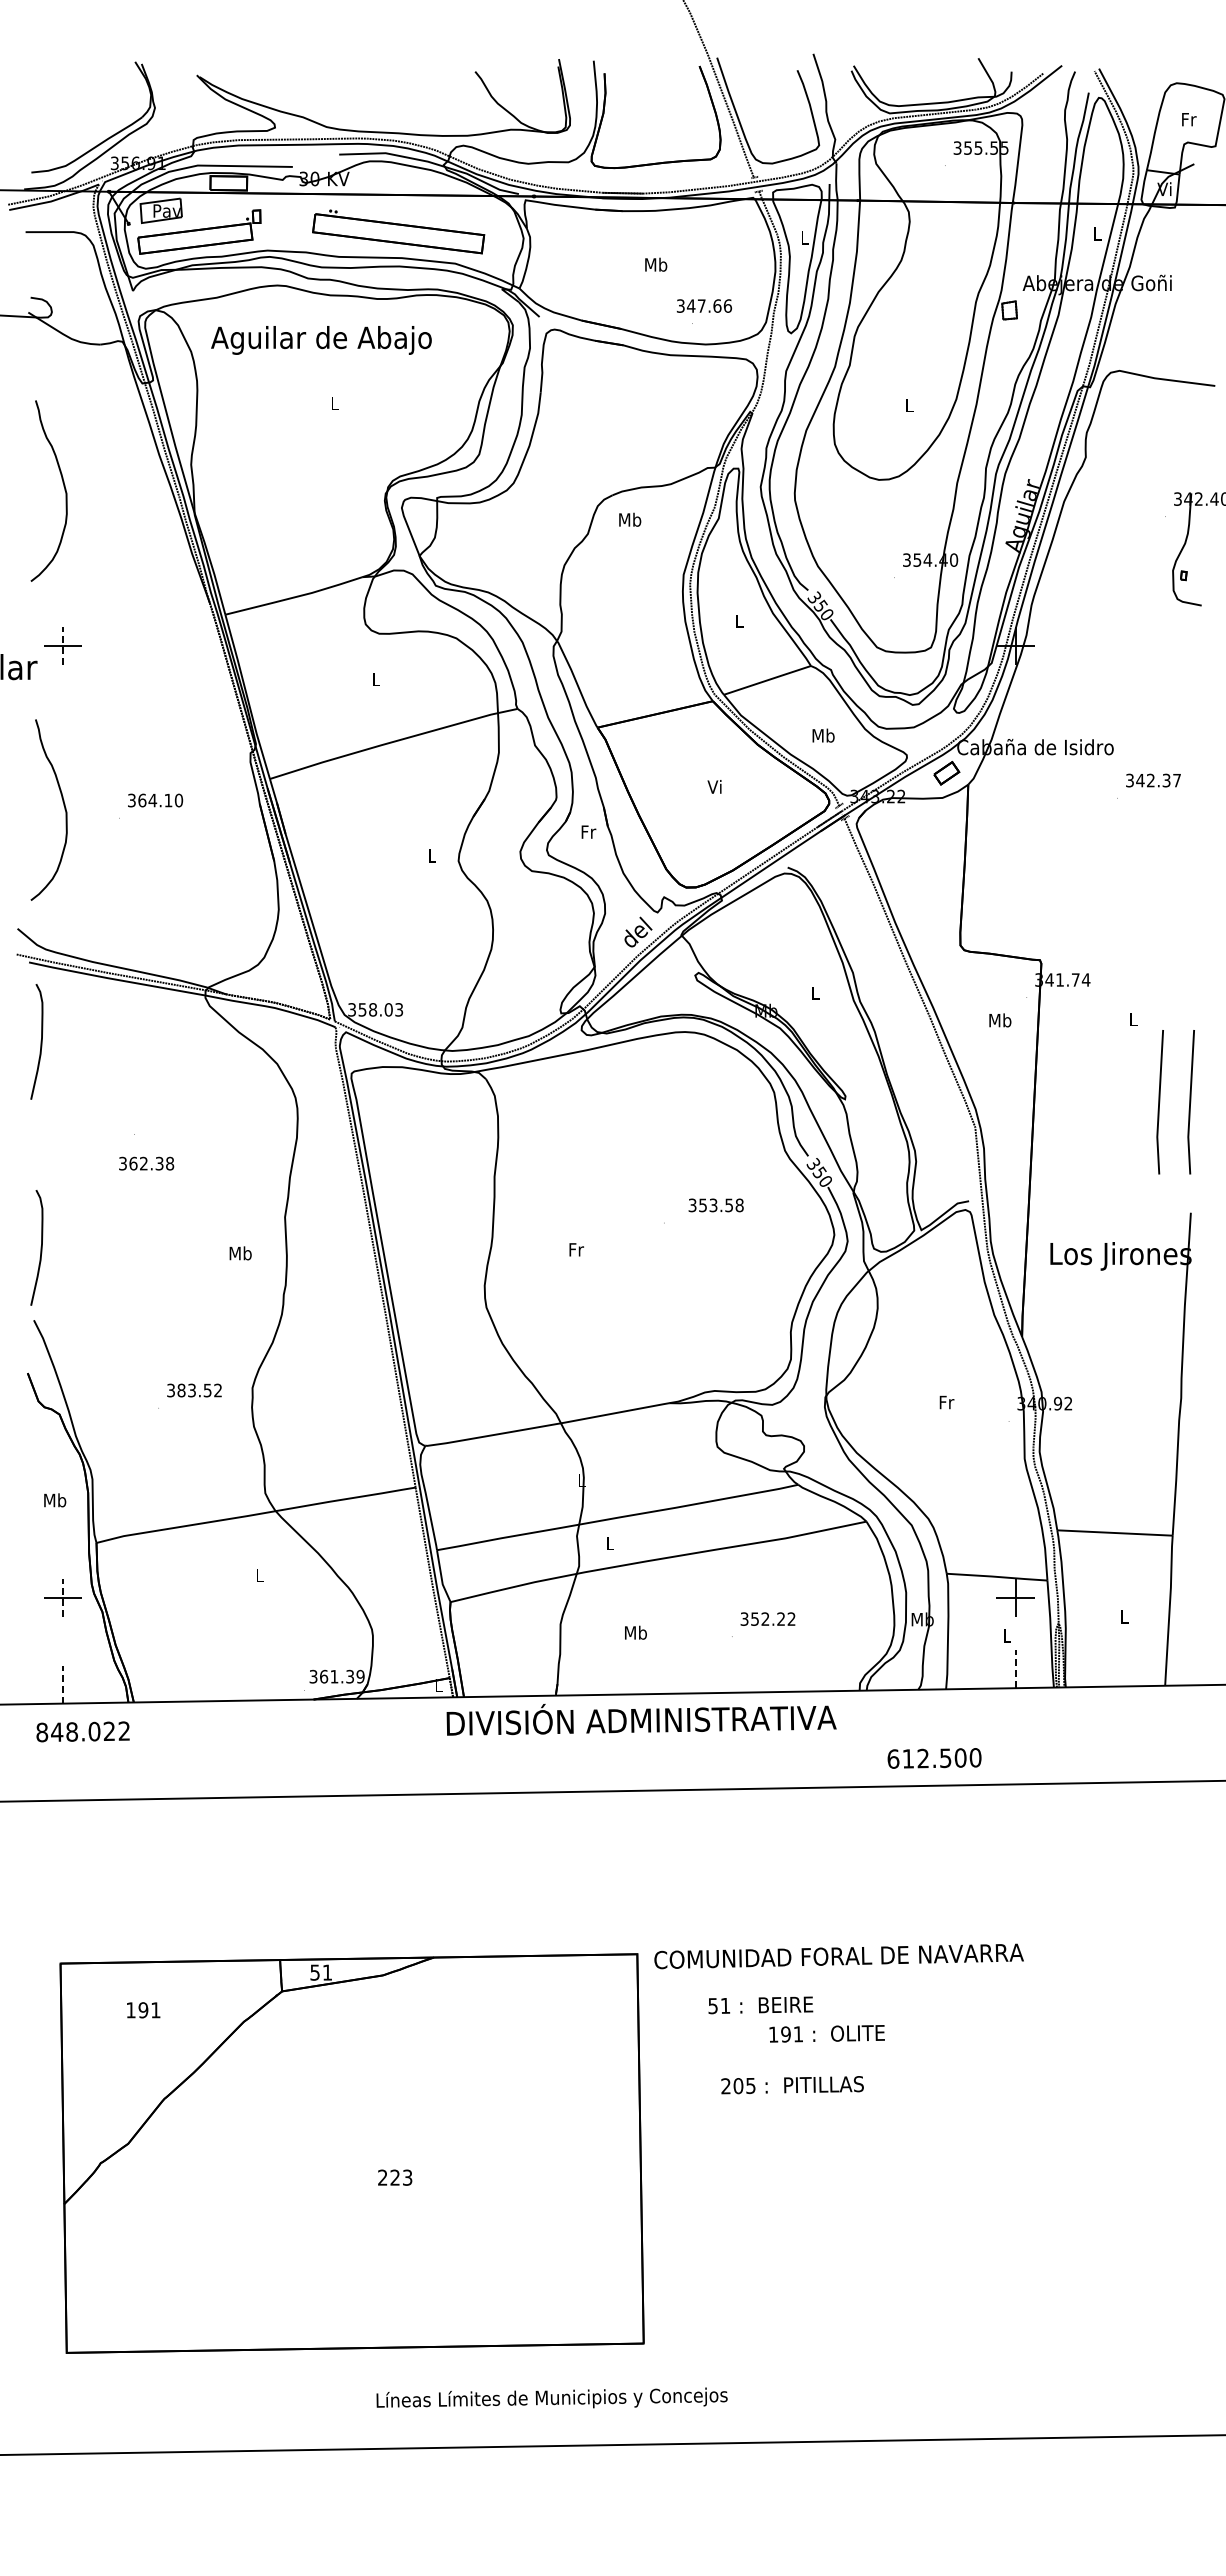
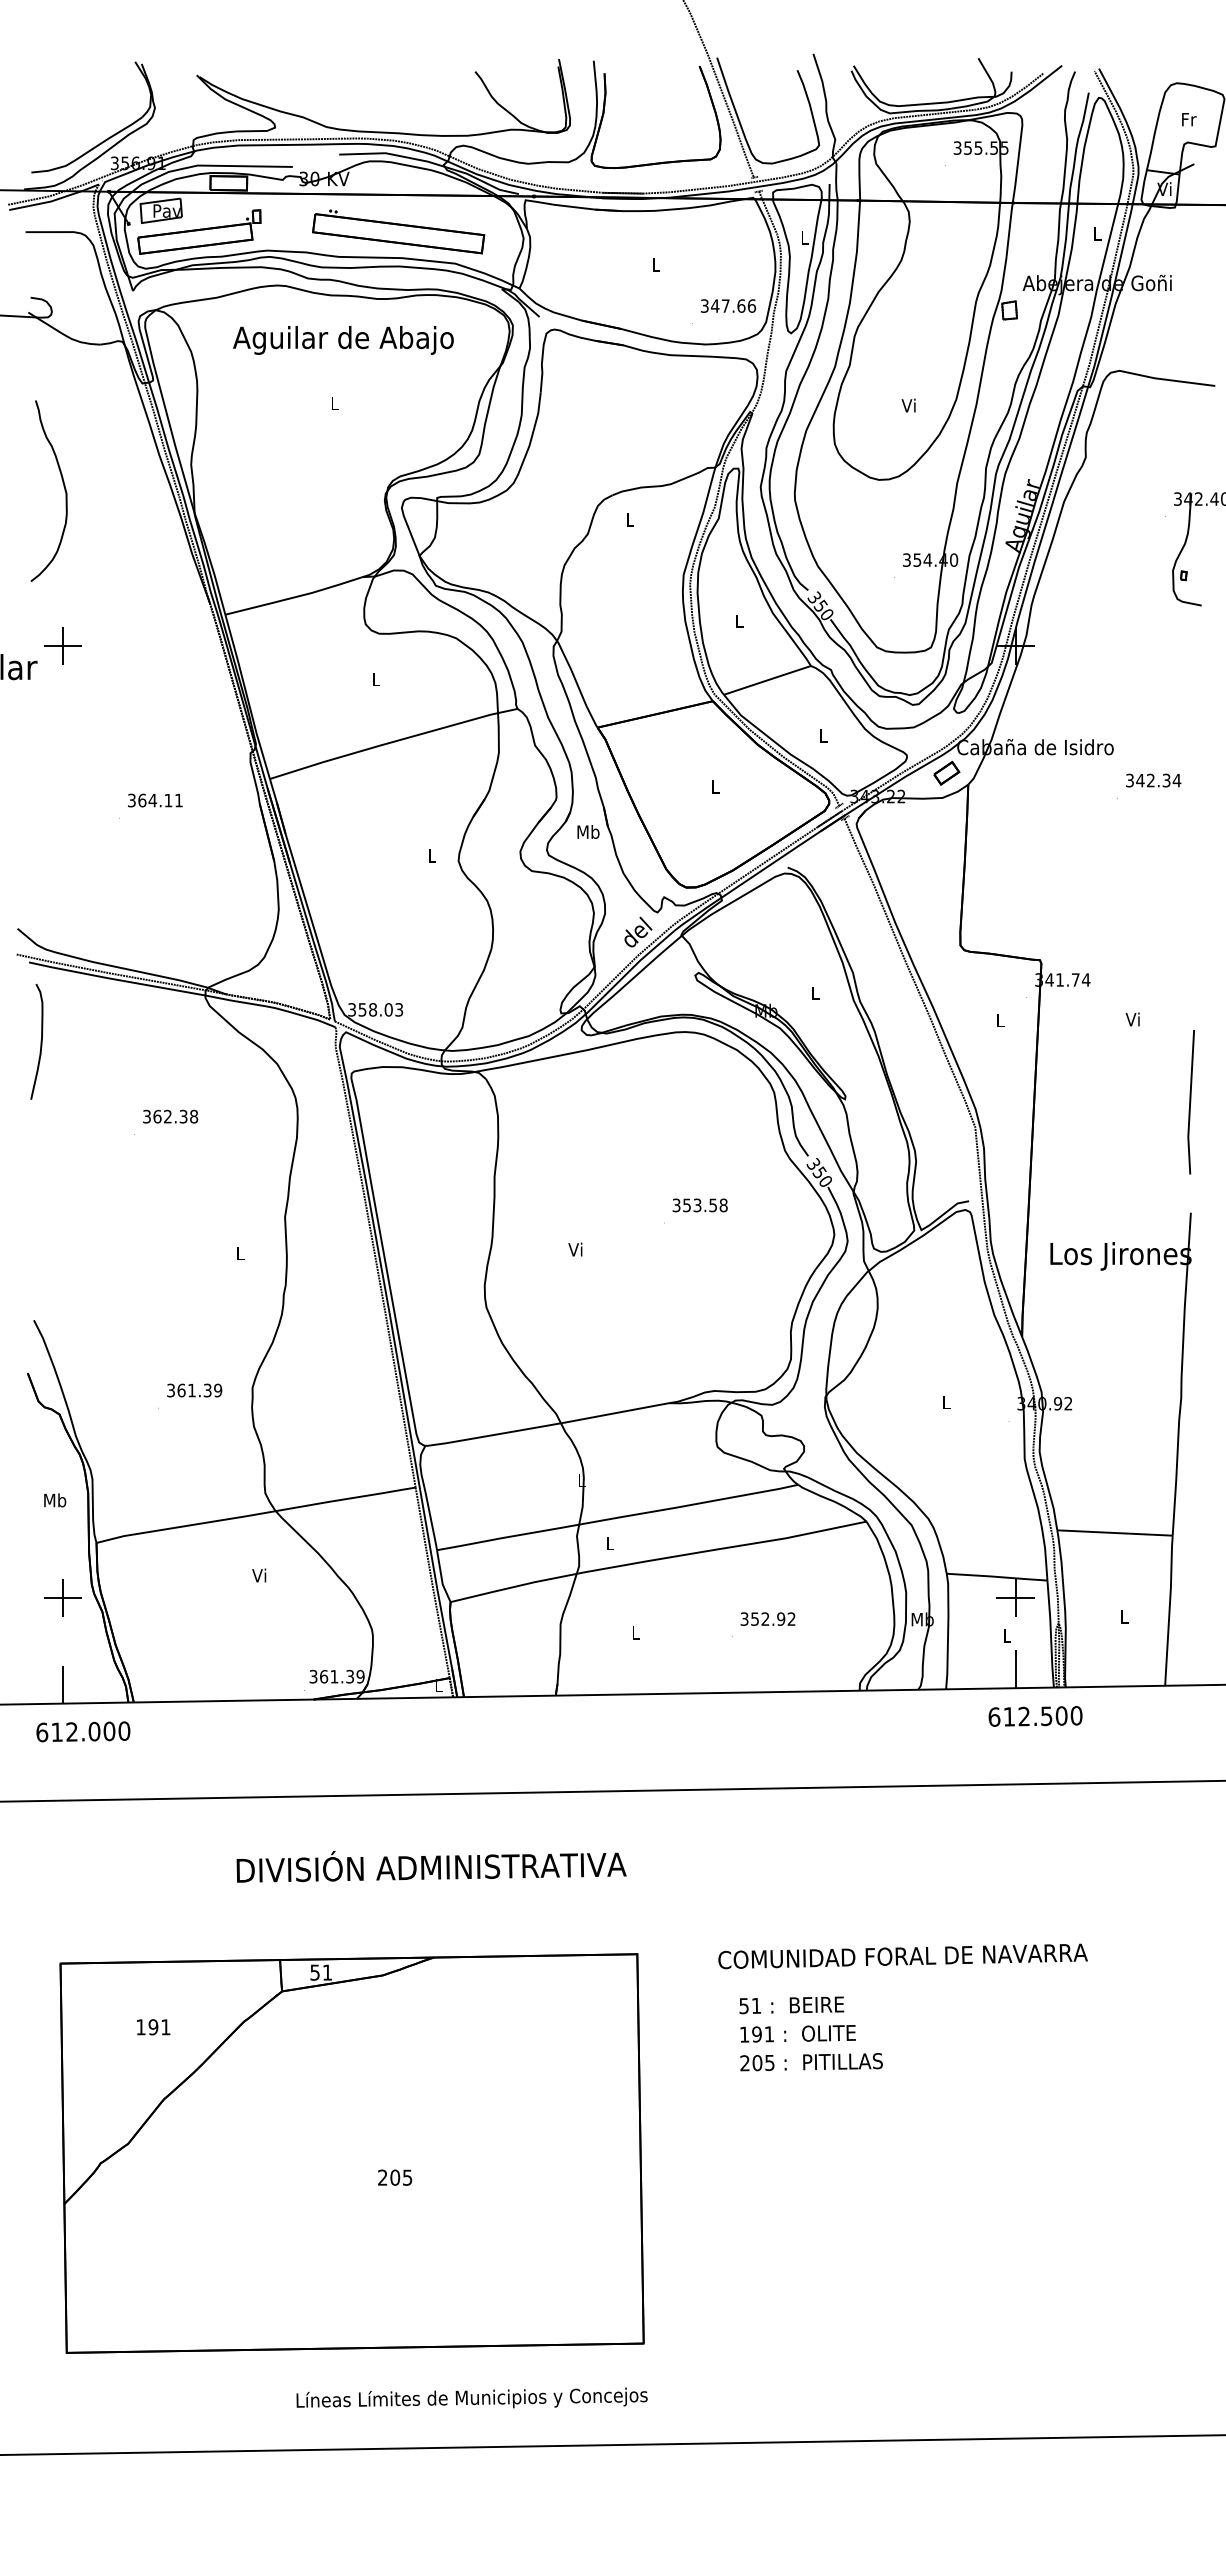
text at (656, 264): Mb -> L
text at (704, 305) position: (704, 305) -> (728, 305)
text at (321, 340) position: (321, 340) -> (343, 340)
text at (908, 405): L -> Vi
text at (630, 519): Mb -> L
line at (63, 645): dashed -> solid
text at (823, 735): Mb -> L
text at (1176, 780): 342.37 -> 342.34
text at (714, 786): Vi -> L
text at (178, 800): 364.10 -> 364.11
curve at (63, 805): present -> none
text at (588, 831): Fr -> Mb
text at (1132, 1019): L -> Vi
text at (1000, 1020): Mb -> L
line at (1159, 1102): present -> none
text at (146, 1163) position: (146, 1163) -> (170, 1116)
text at (715, 1205) position: (715, 1205) -> (699, 1205)
curve at (40, 1247): present -> none
text at (576, 1249): Fr -> Vi
text at (240, 1253): Mb -> L
text at (199, 1390): 383.52 -> 361.39
text at (946, 1402): Fr -> L
text at (259, 1575): L -> Vi
line at (63, 1597): dashed -> solid
text at (781, 1618): 352.22 -> 352.92
text at (635, 1632): Mb -> L
line at (1015, 1668): dashed -> solid
line at (63, 1684): dashed -> solid
text at (641, 1719) position: (641, 1719) -> (431, 1866)
text at (83, 1731): 848.022 -> 612.000
text at (934, 1758) position: (934, 1758) -> (1035, 1716)
text at (838, 1956) position: (838, 1956) -> (902, 1956)
text at (760, 2005) position: (760, 2005) -> (791, 2005)
text at (143, 2010) position: (143, 2010) -> (153, 2027)
text at (826, 2033) position: (826, 2033) -> (797, 2033)
text at (792, 2085) position: (792, 2085) -> (811, 2062)
text at (401, 2177): 223 -> 205
text at (551, 2397) position: (551, 2397) -> (471, 2397)
